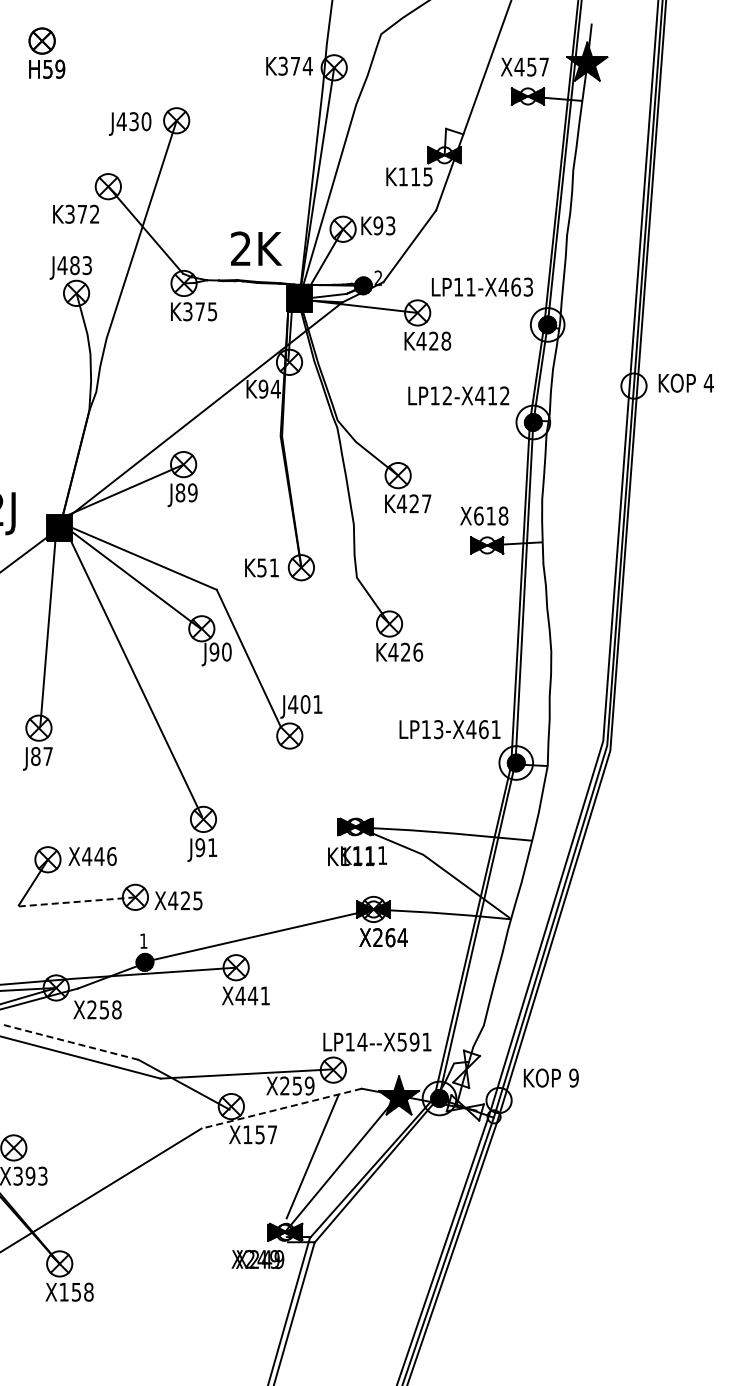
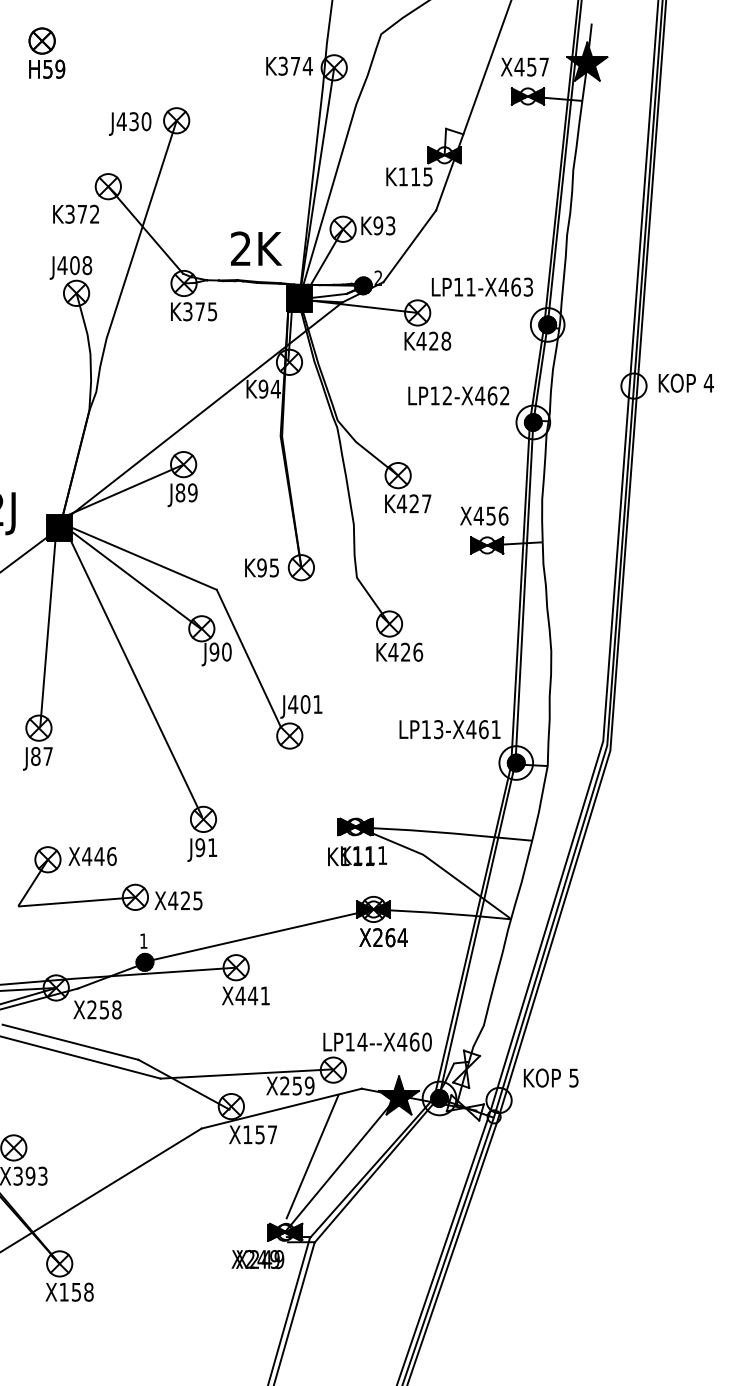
text at (81, 265): J483 -> J408
text at (492, 395): LP12-X412 -> LP12-X462
text at (490, 515): X618 -> X456
text at (267, 567): K51 -> K95
line at (76, 901): dashed -> solid
text at (414, 1041): LP14--X591 -> LP14--X460
line at (70, 1042): dashed -> solid
text at (573, 1077): 9 -> 5
line at (281, 1108): dashed -> solid
